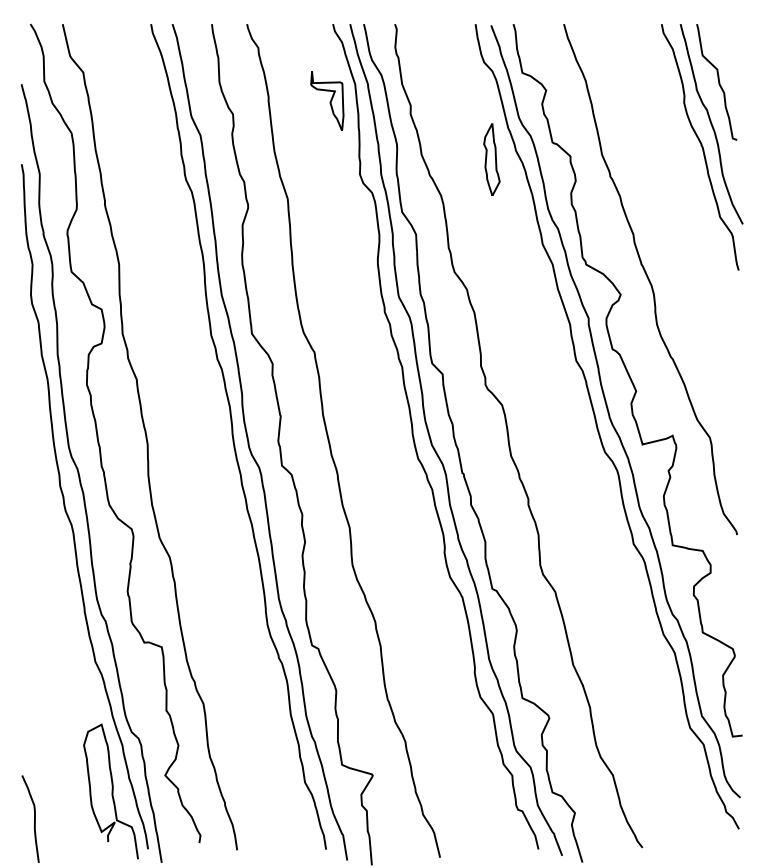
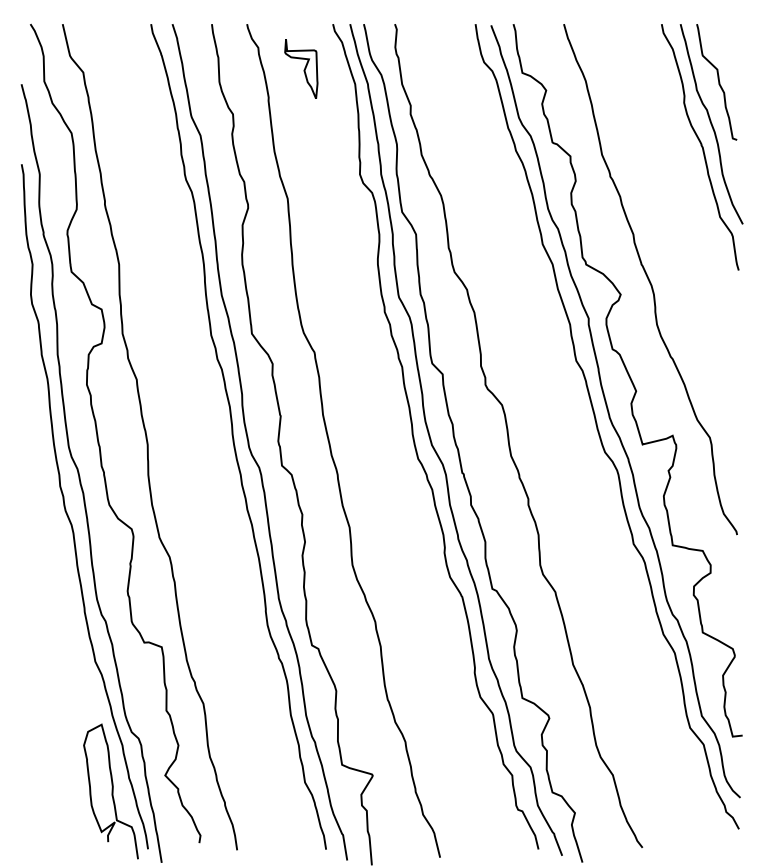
part at (327, 100) position: (327, 100) -> (301, 68)
part at (491, 159): present -> none
curve at (34, 818): present -> none
